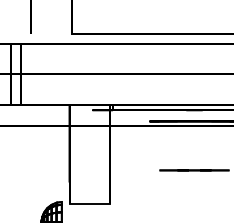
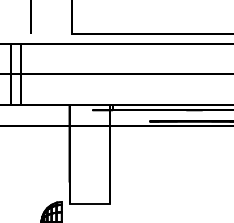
line at (194, 170): present -> none
